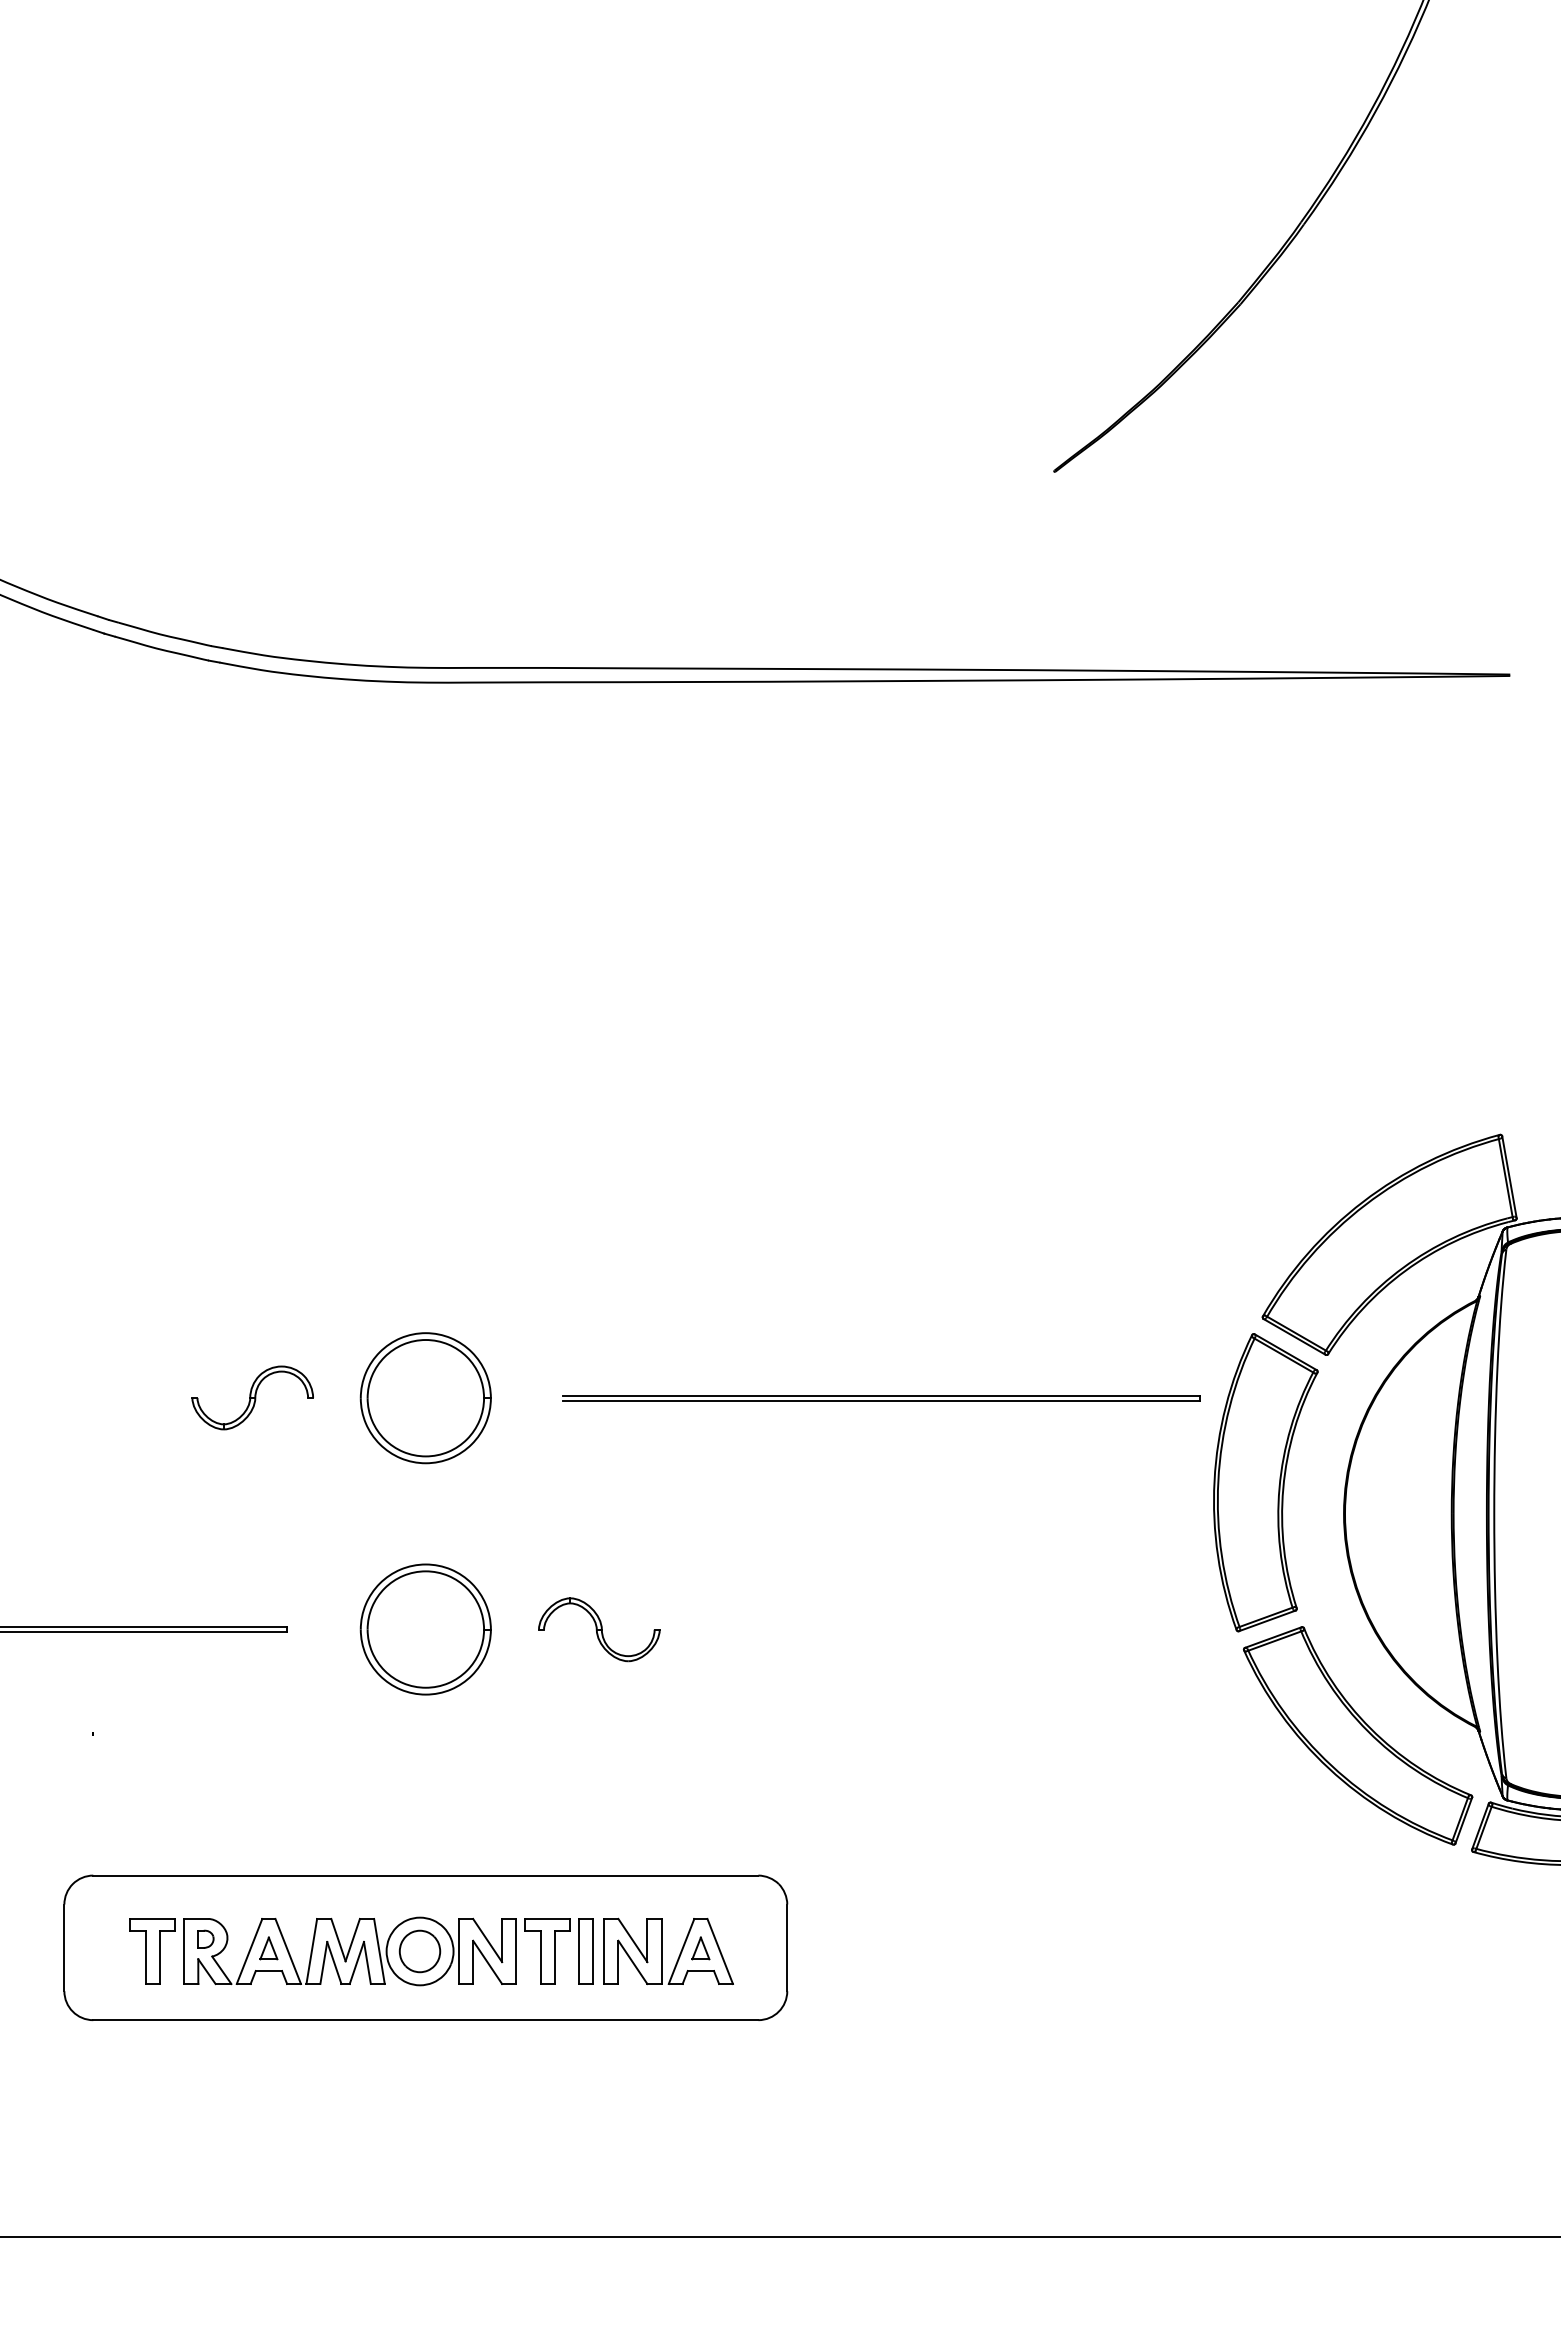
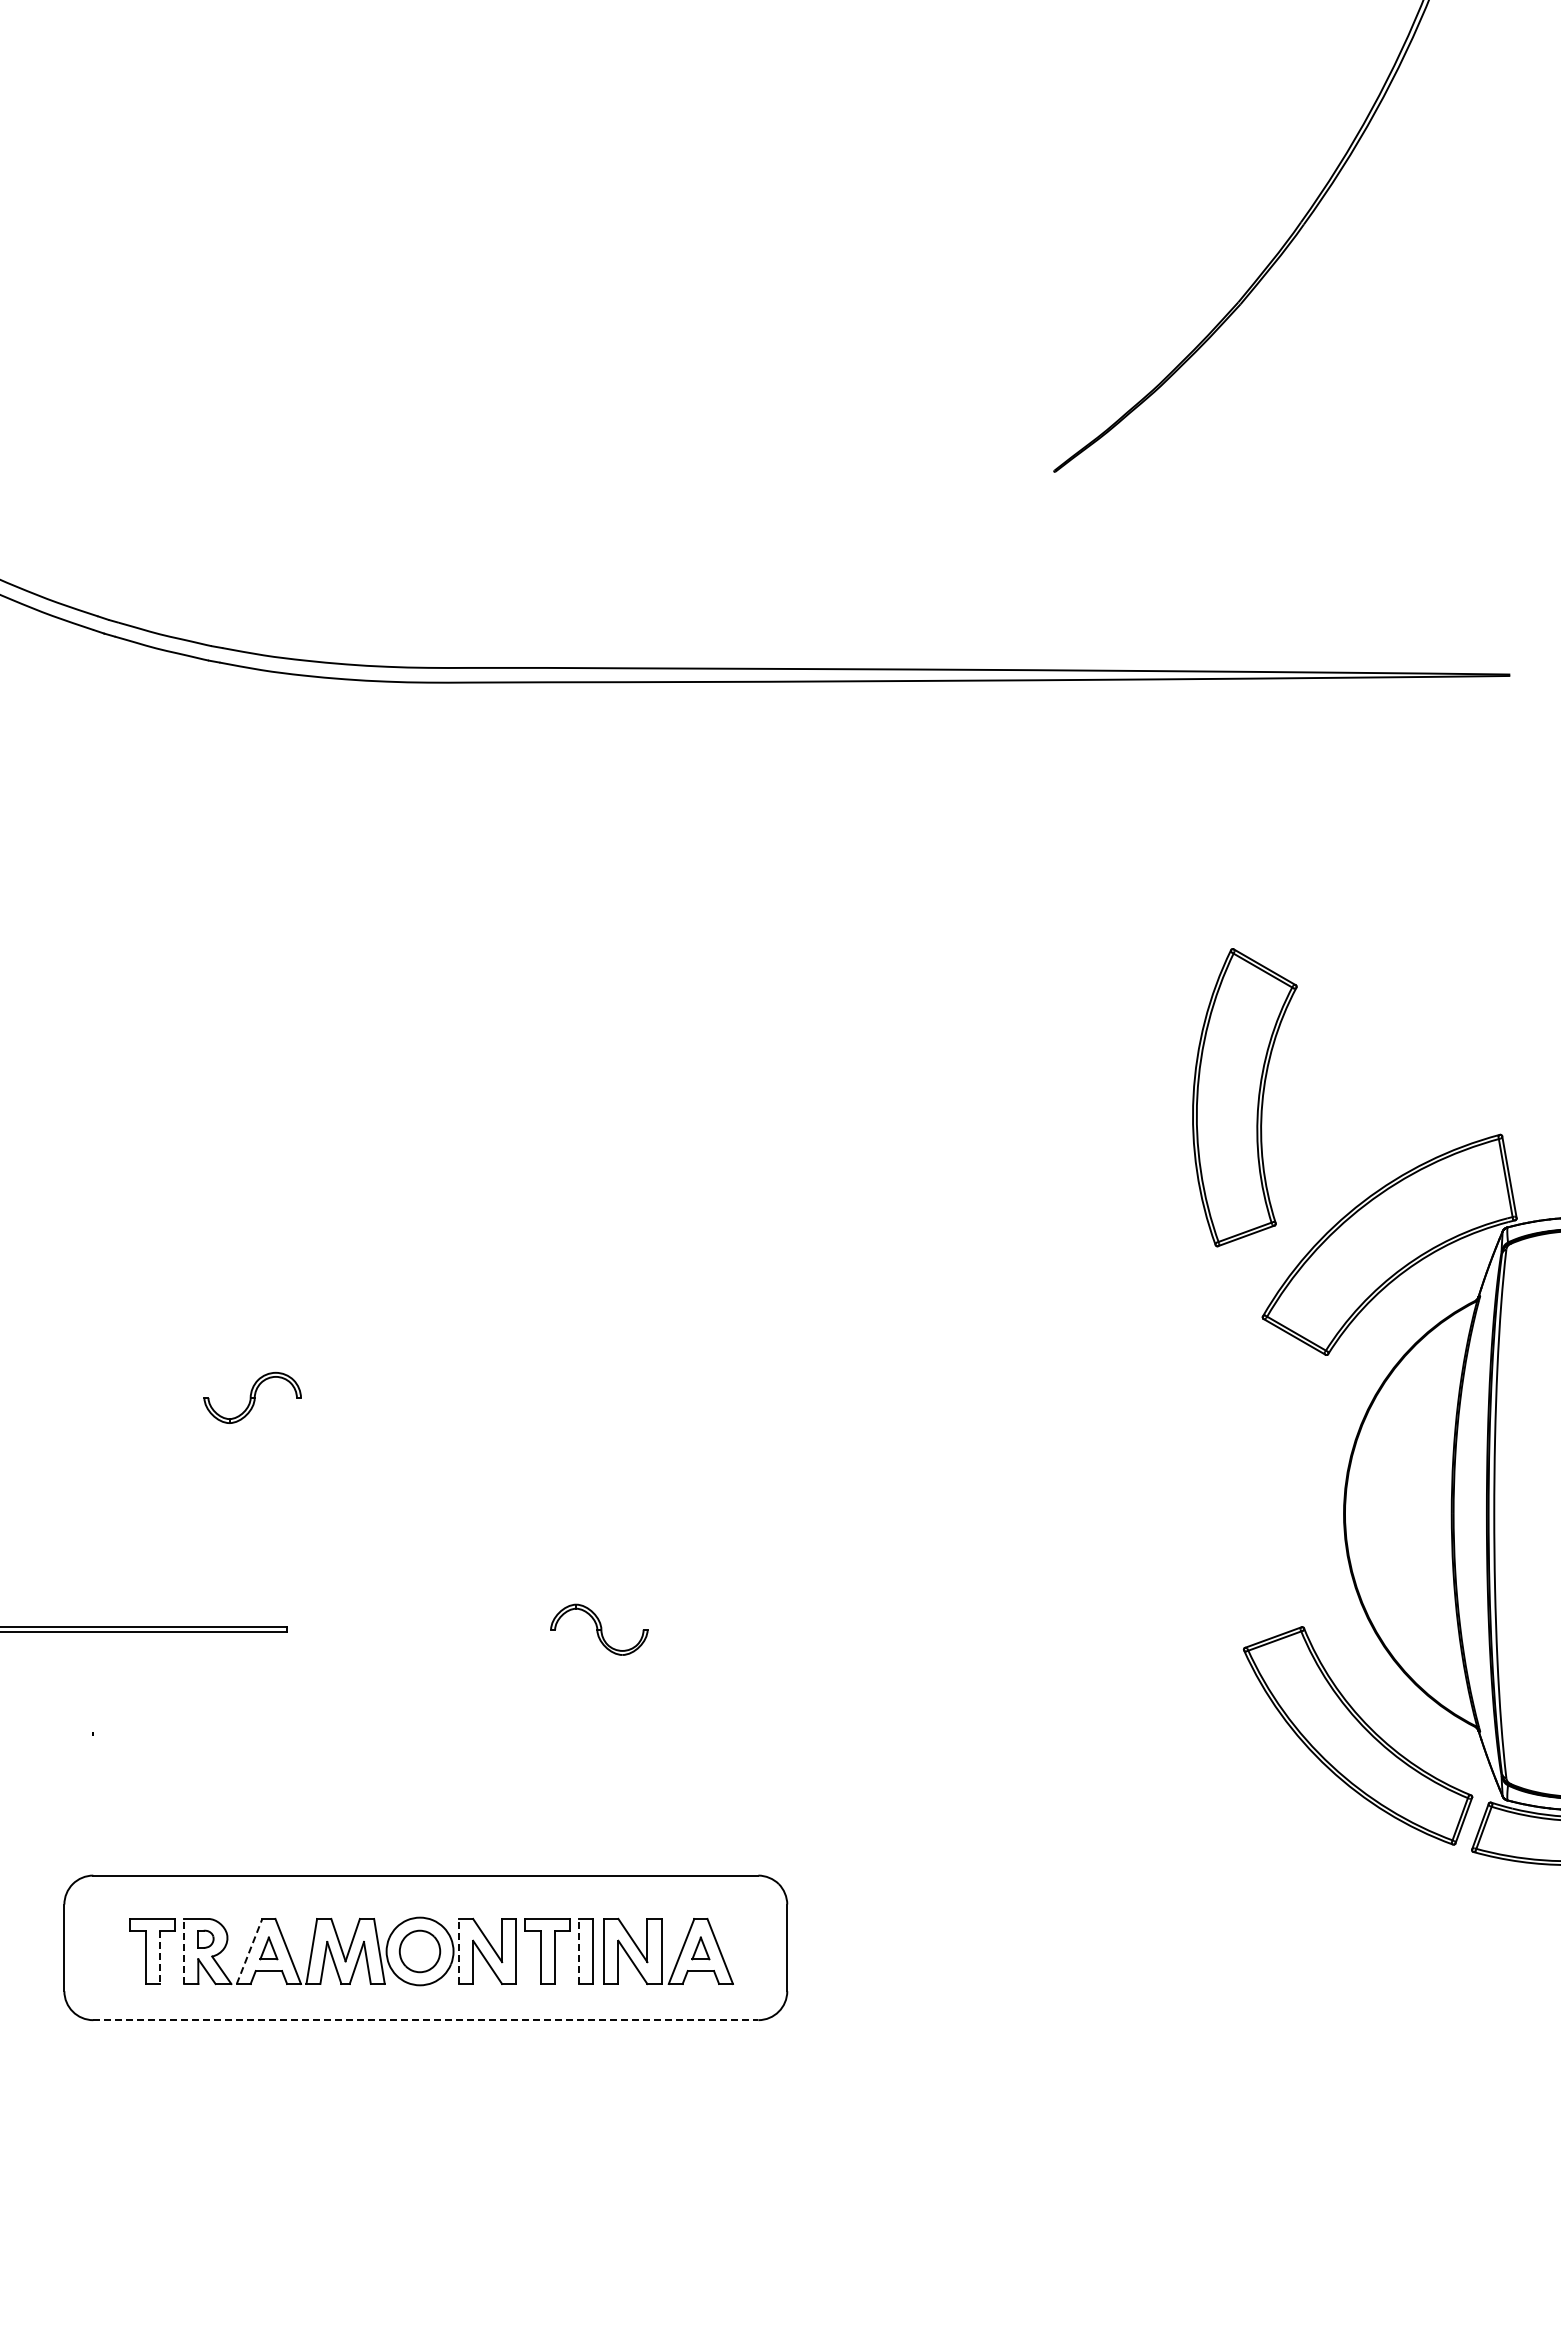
part at (252, 1397) size: 123x66 px -> 99x53 px
part at (425, 1398): present -> none
part at (881, 1398): present -> none
part at (1265, 1482) position: (1265, 1482) -> (1244, 1097)
part at (425, 1629): present -> none
part at (599, 1629) size: 123x66 px -> 99x53 px
line at (184, 1951): solid -> dashed
line at (249, 1951): solid -> dashed
line at (458, 1951): solid -> dashed
line at (579, 1951): solid -> dashed
line at (159, 1957): solid -> dashed
line at (425, 2020): solid -> dashed
line at (779, 2236): present -> none
